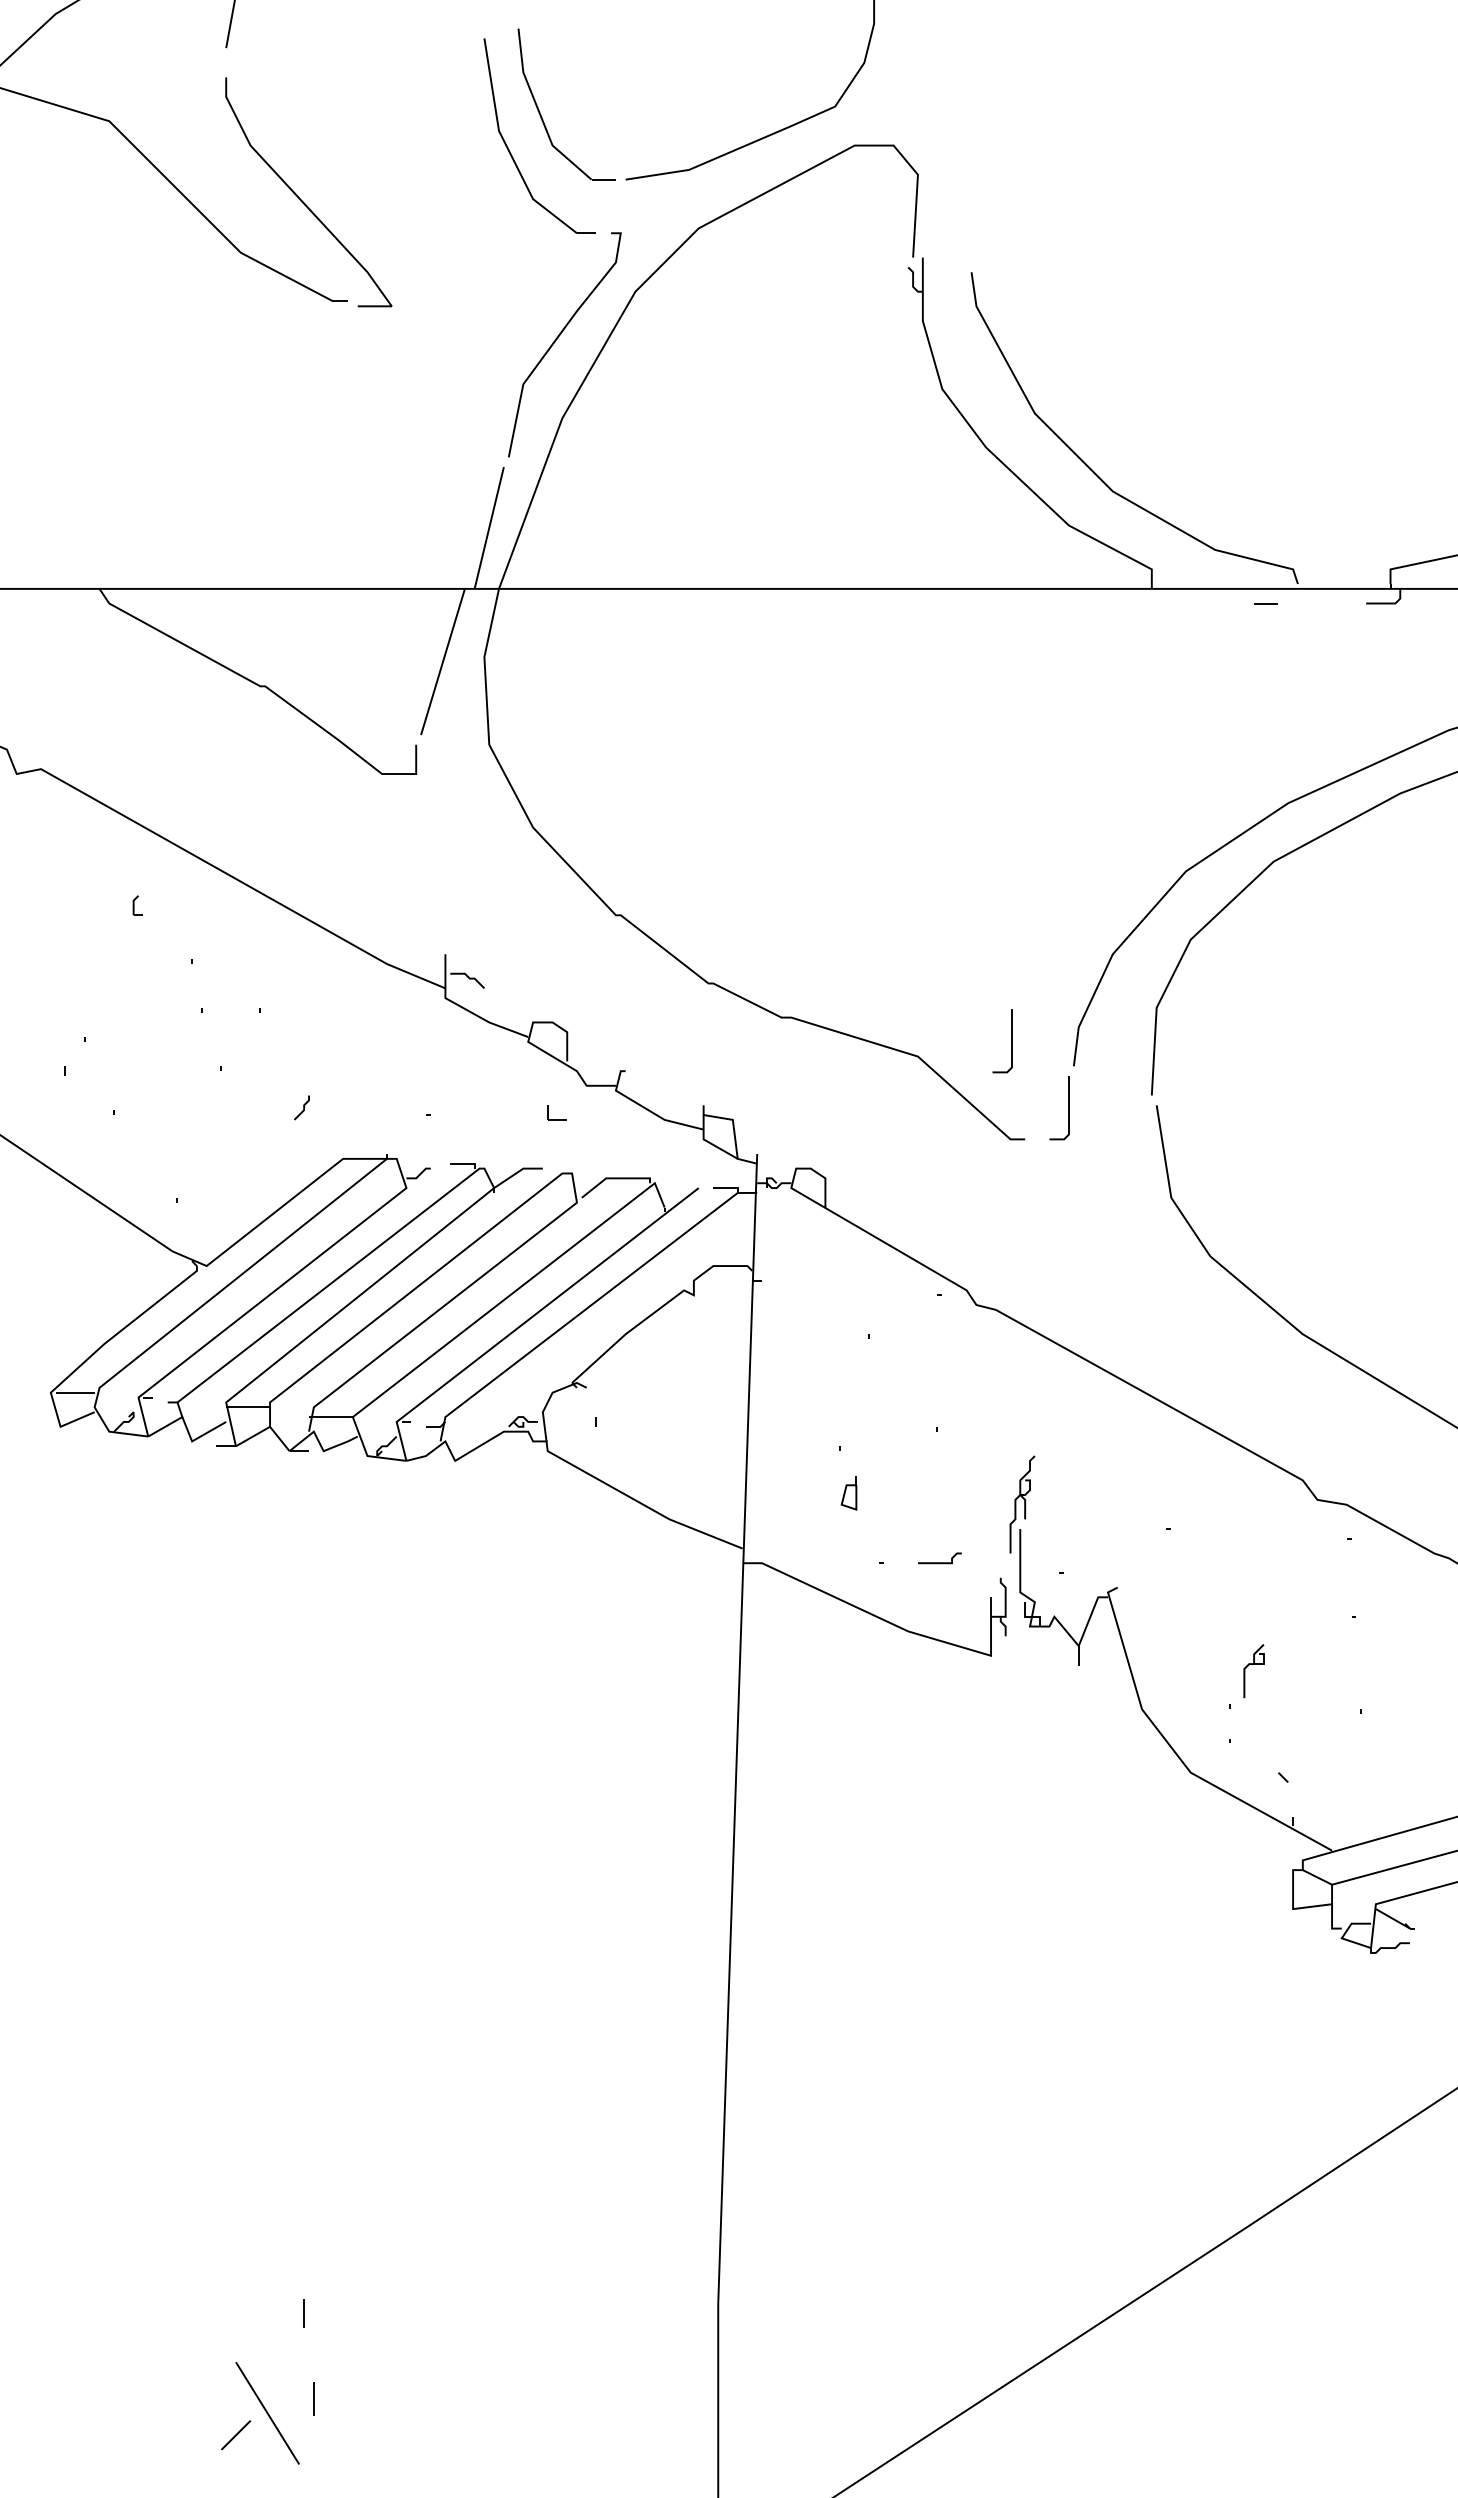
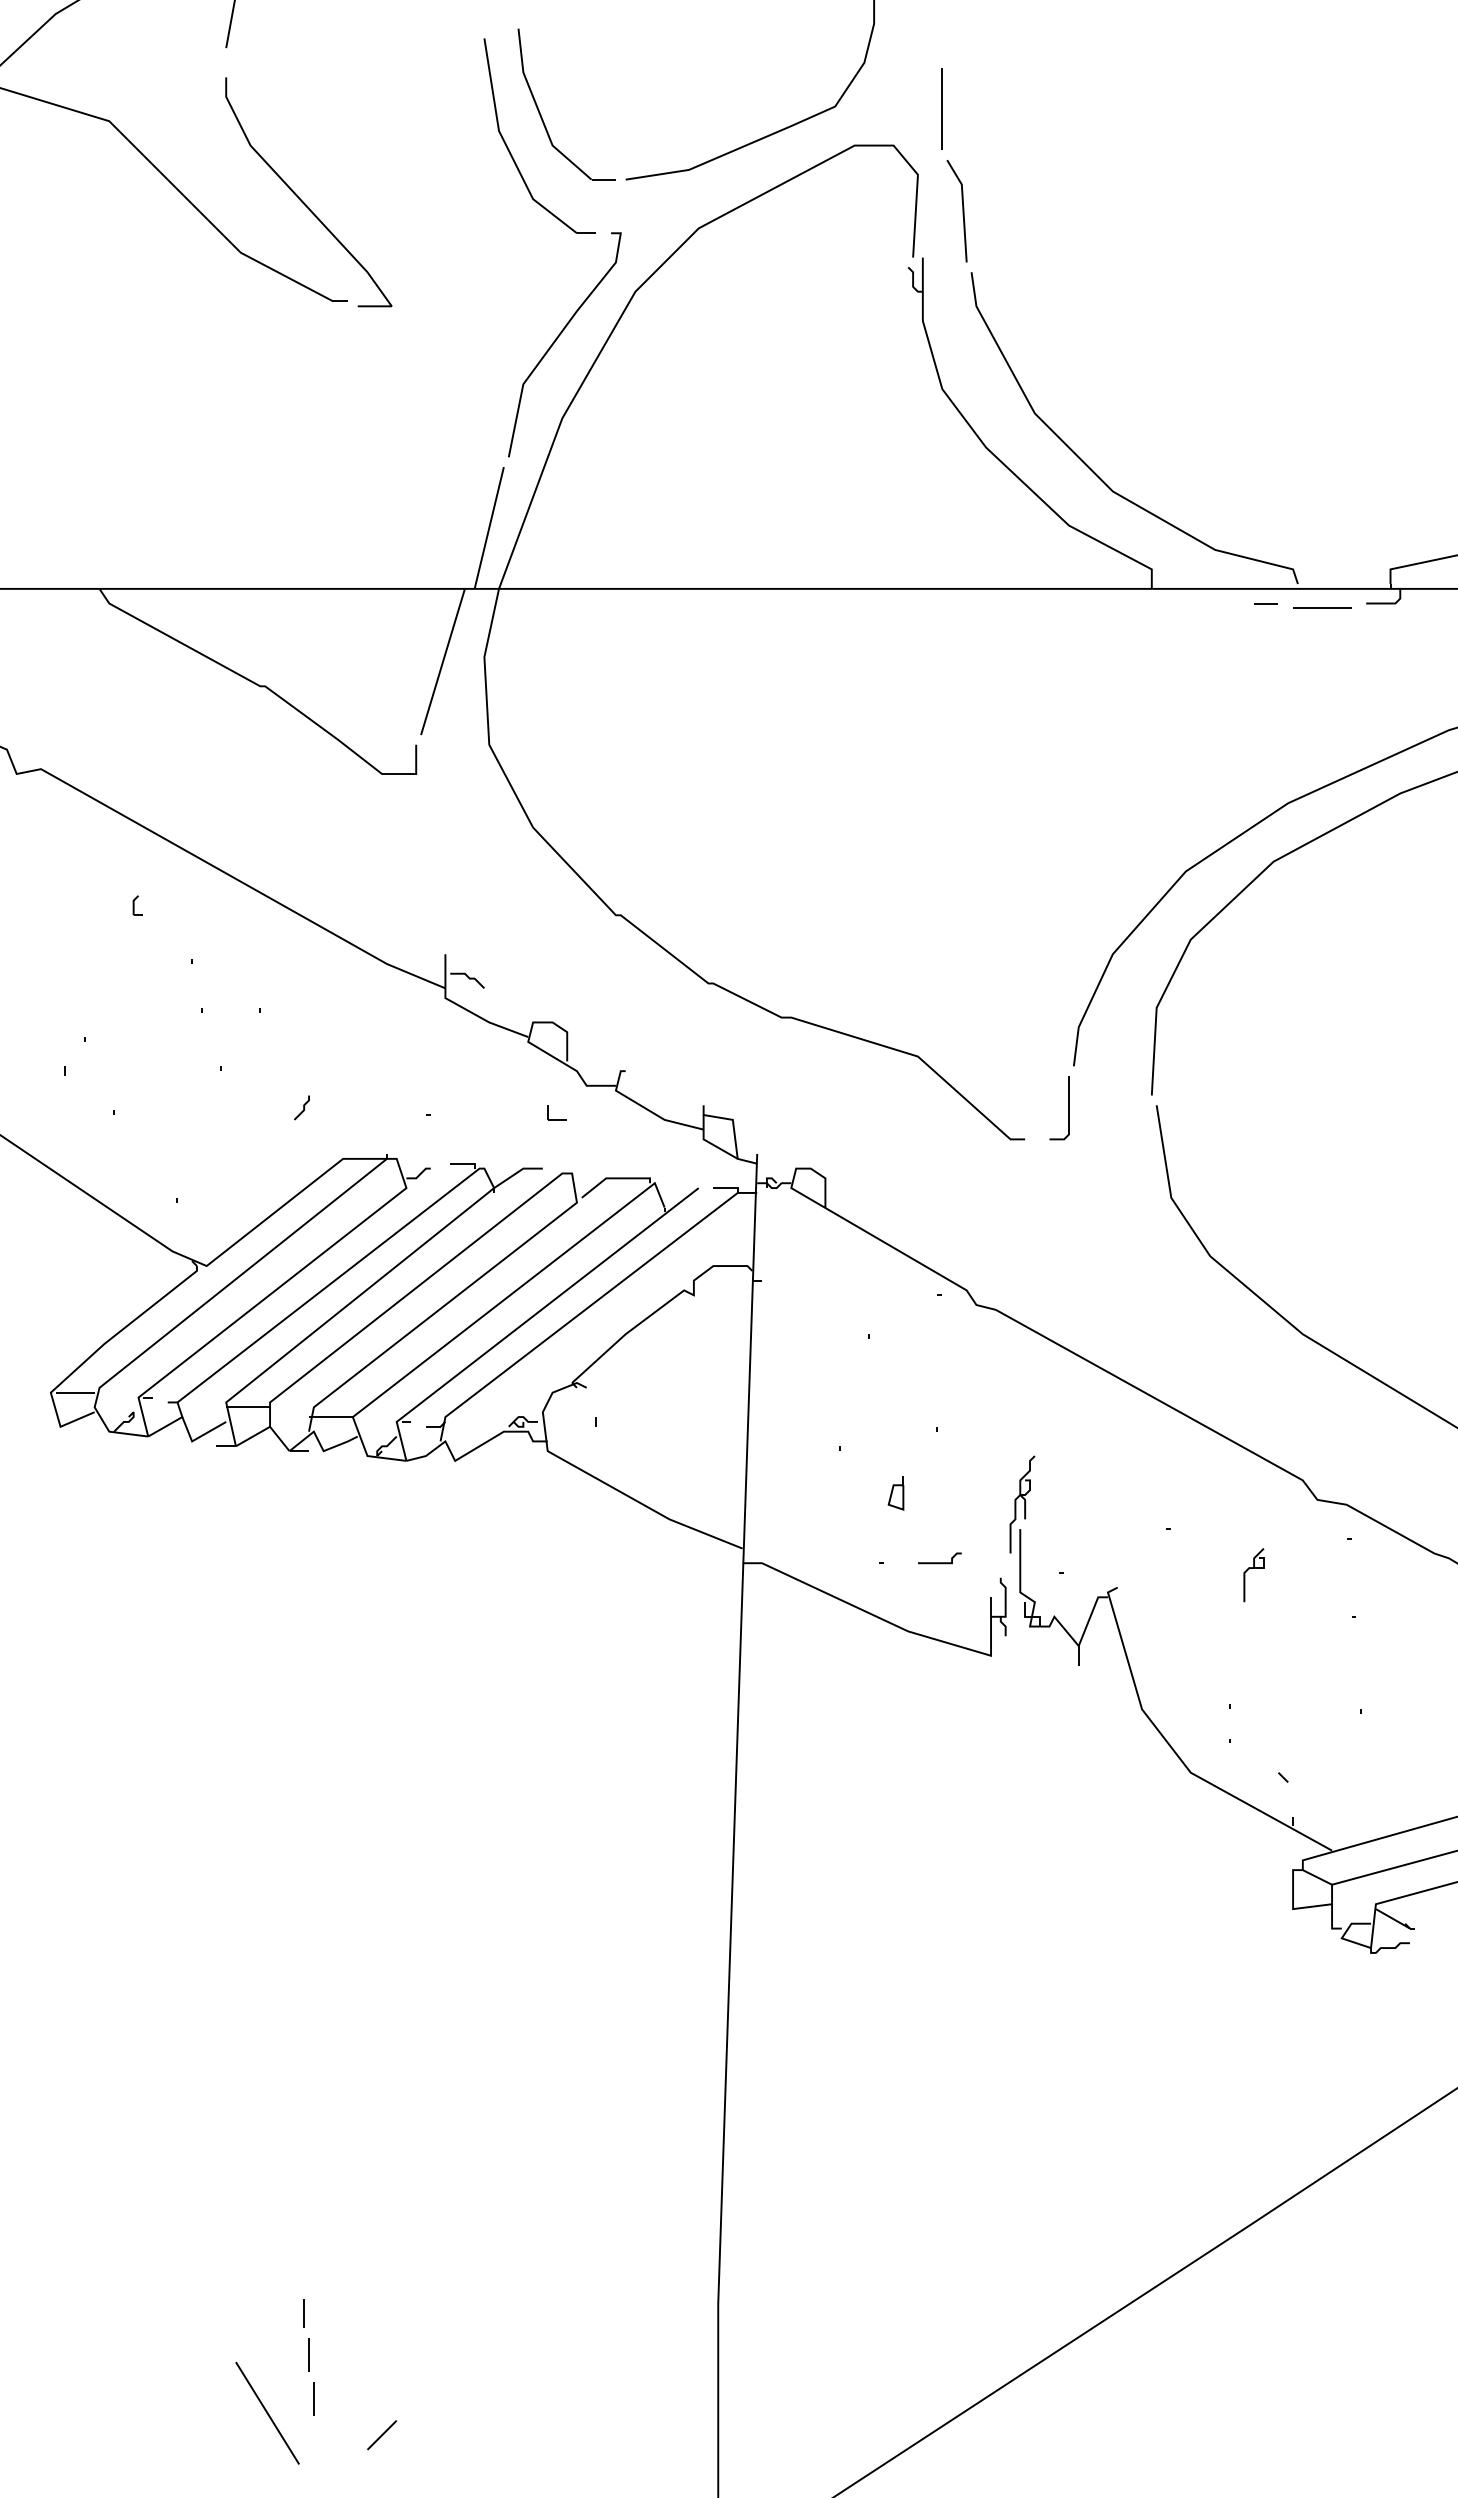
line at (941, 108): none -> present
line at (962, 211): none -> present
line at (1322, 607): none -> present
line at (1011, 1041): present -> none
part at (848, 1493) position: (848, 1493) -> (895, 1493)
part at (1253, 1664) position: (1253, 1664) -> (1253, 1568)
line at (308, 2354): none -> present
line at (236, 2435) position: (236, 2435) -> (382, 2435)
